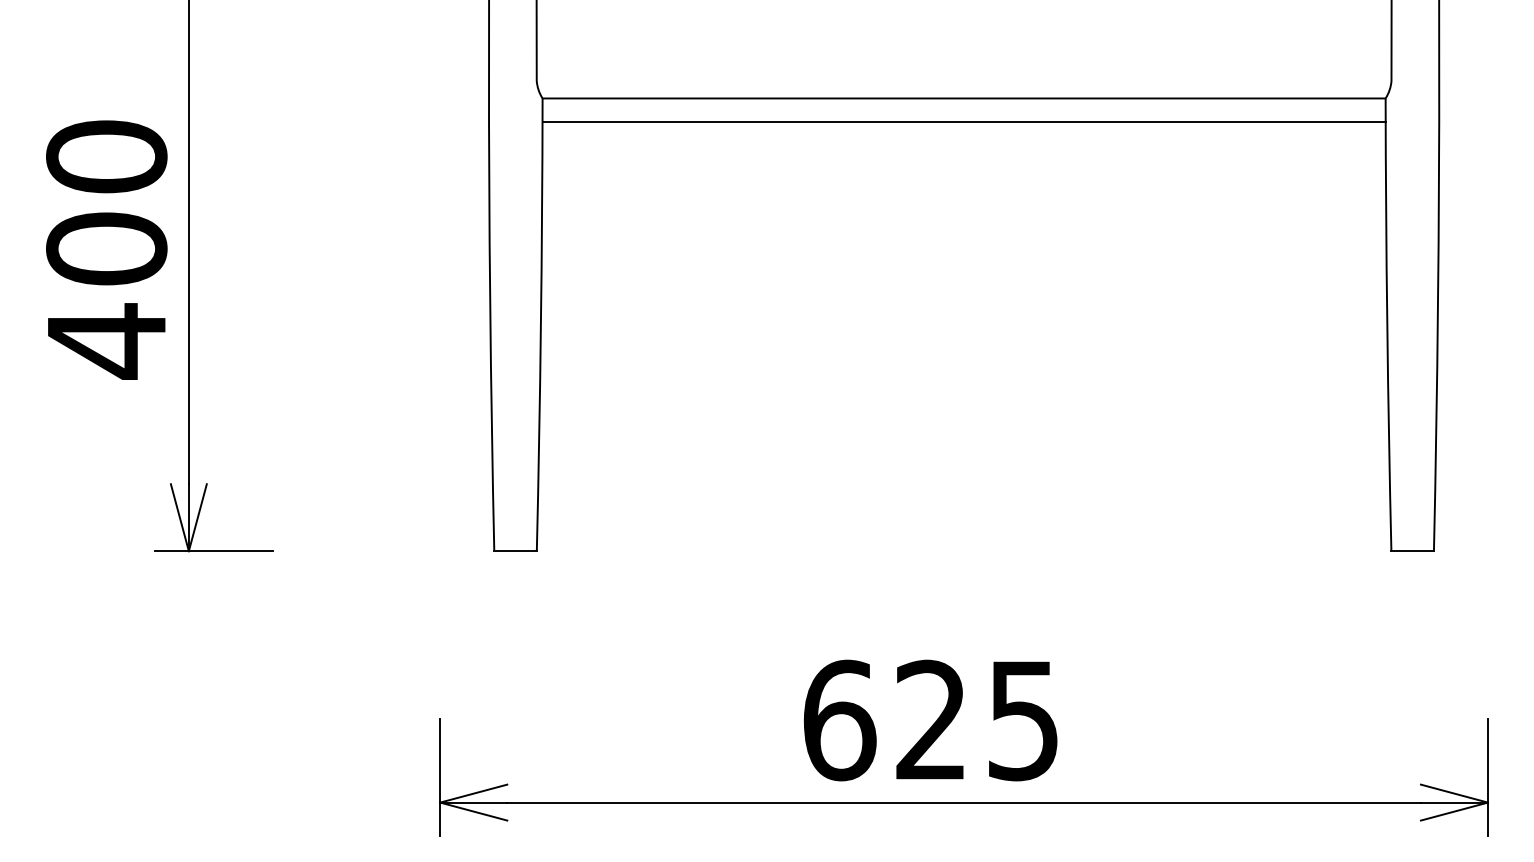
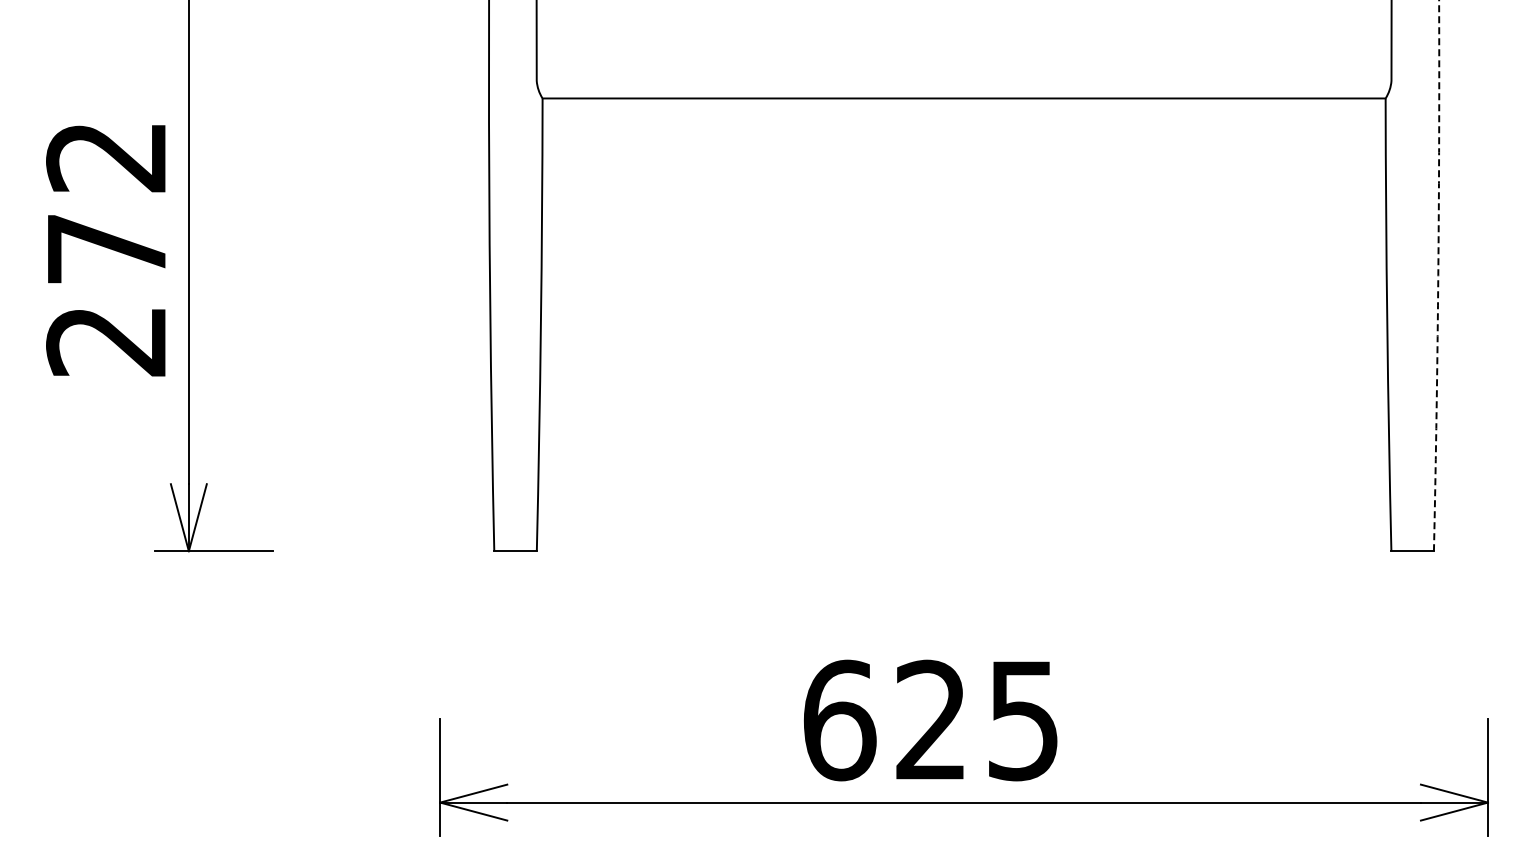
line at (963, 121): present -> none
text at (106, 249): 400 -> 272
arc at (1438, 276): solid -> dashed
